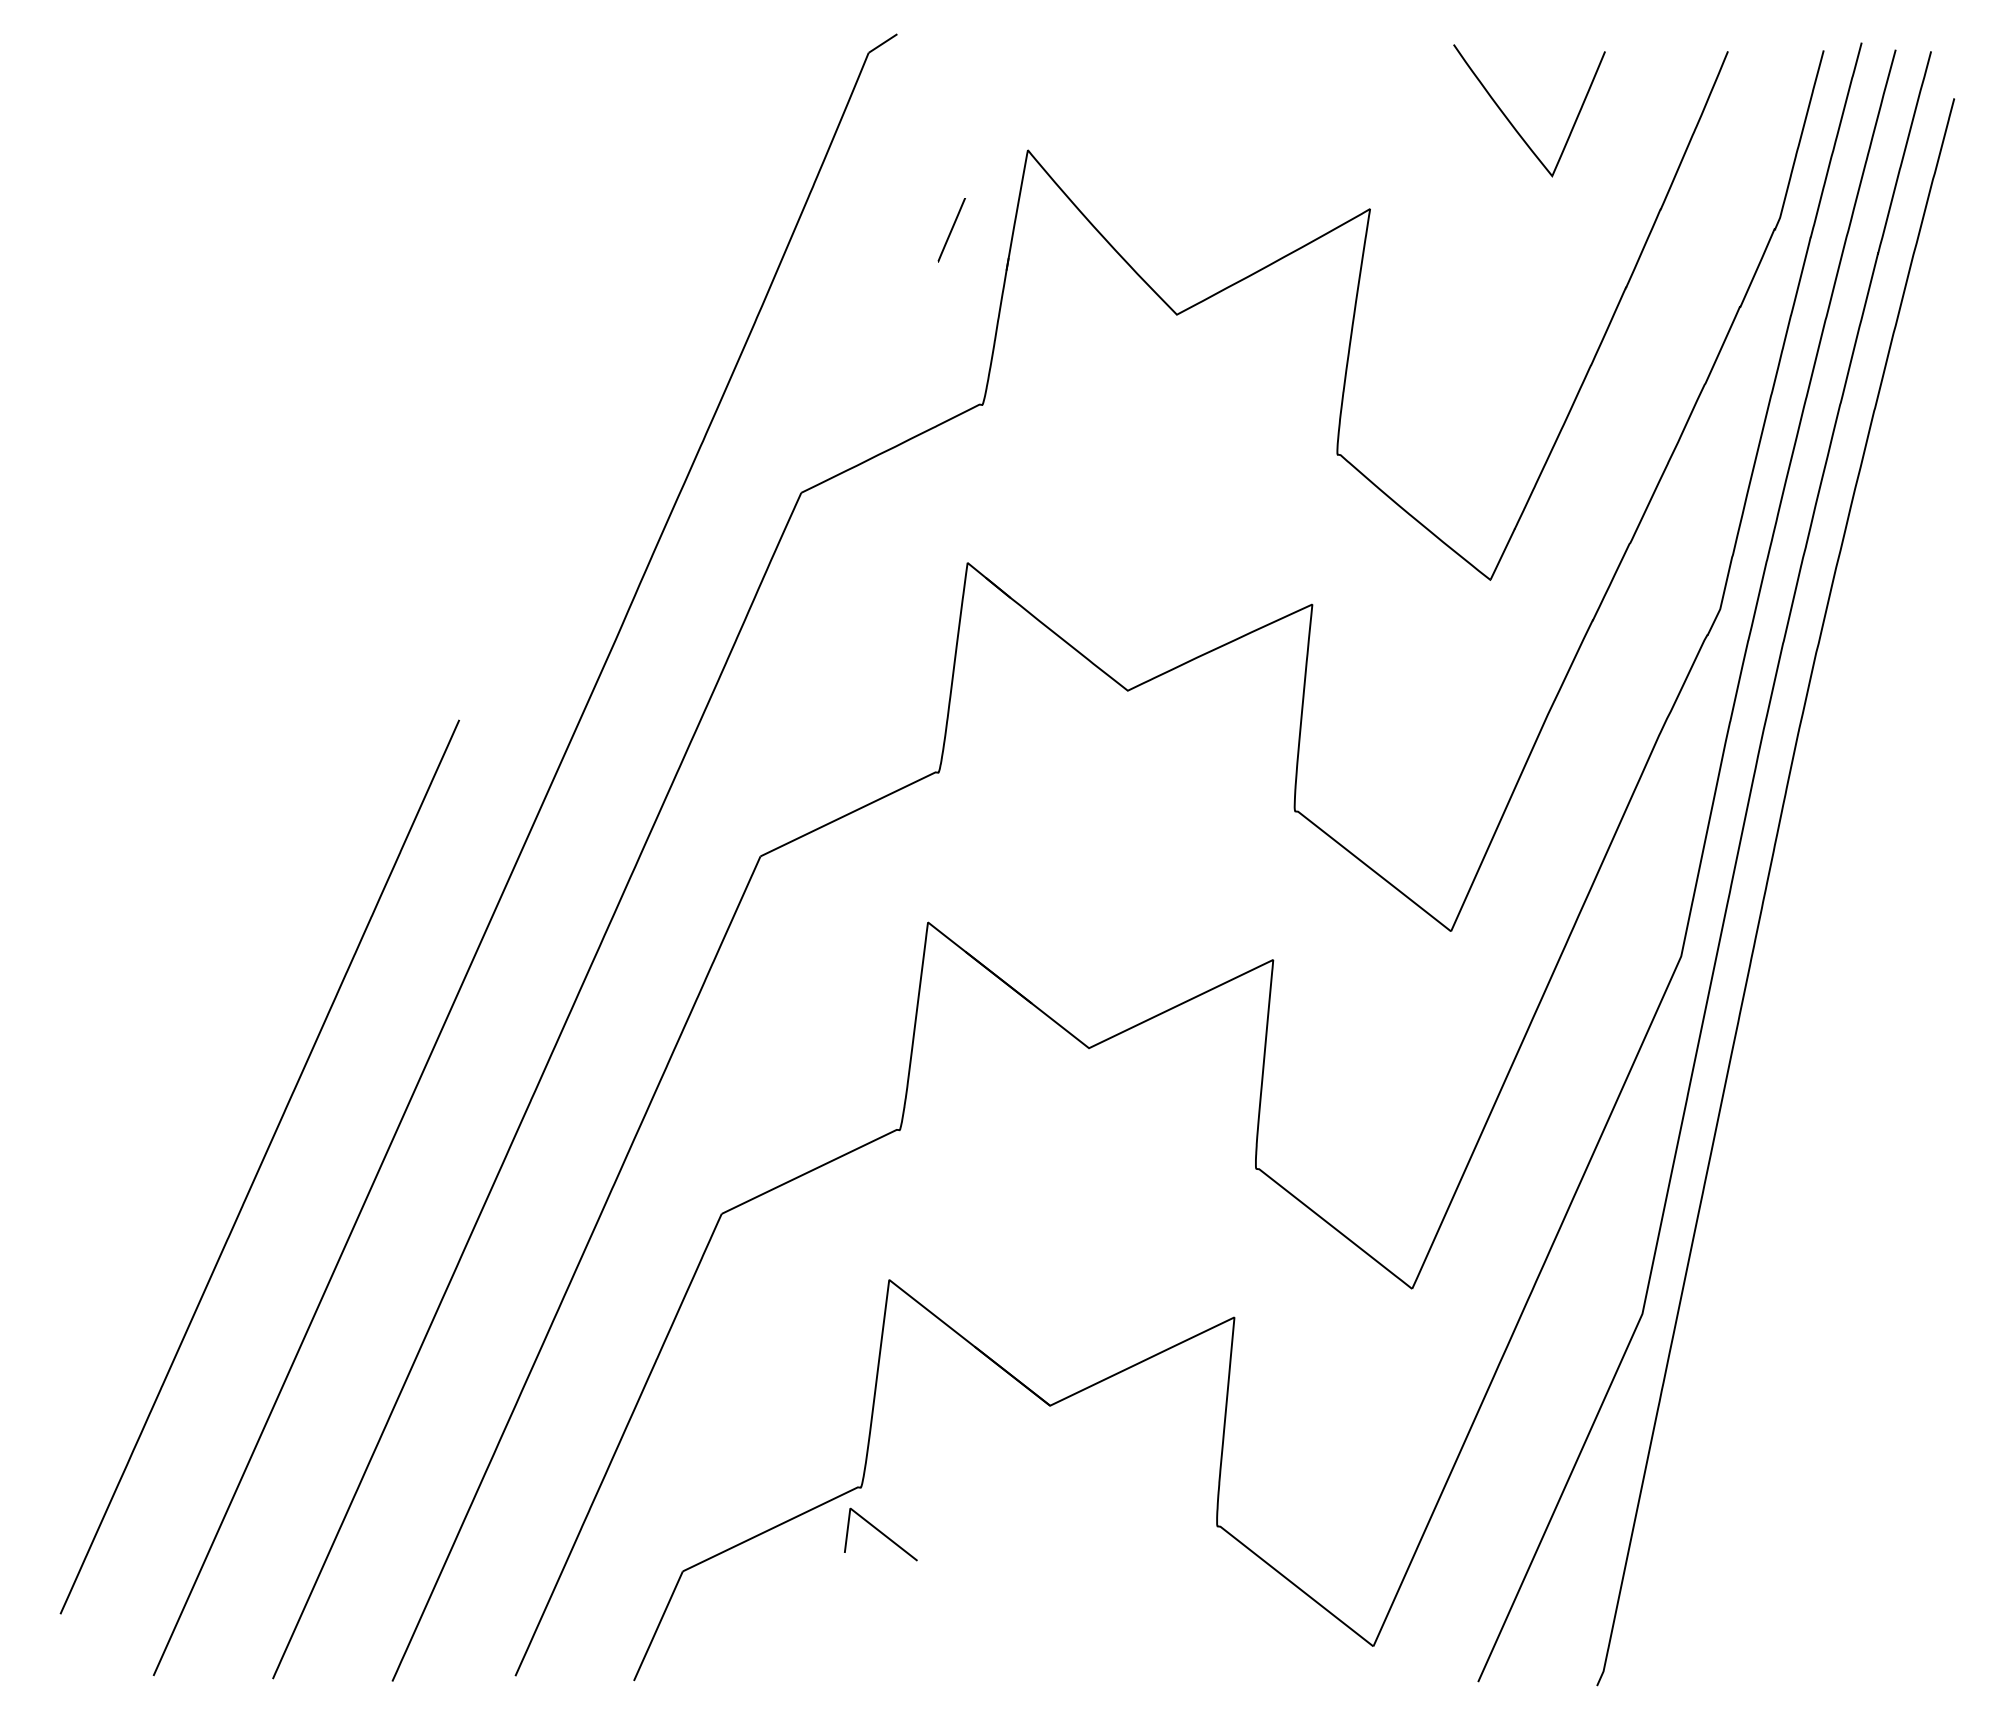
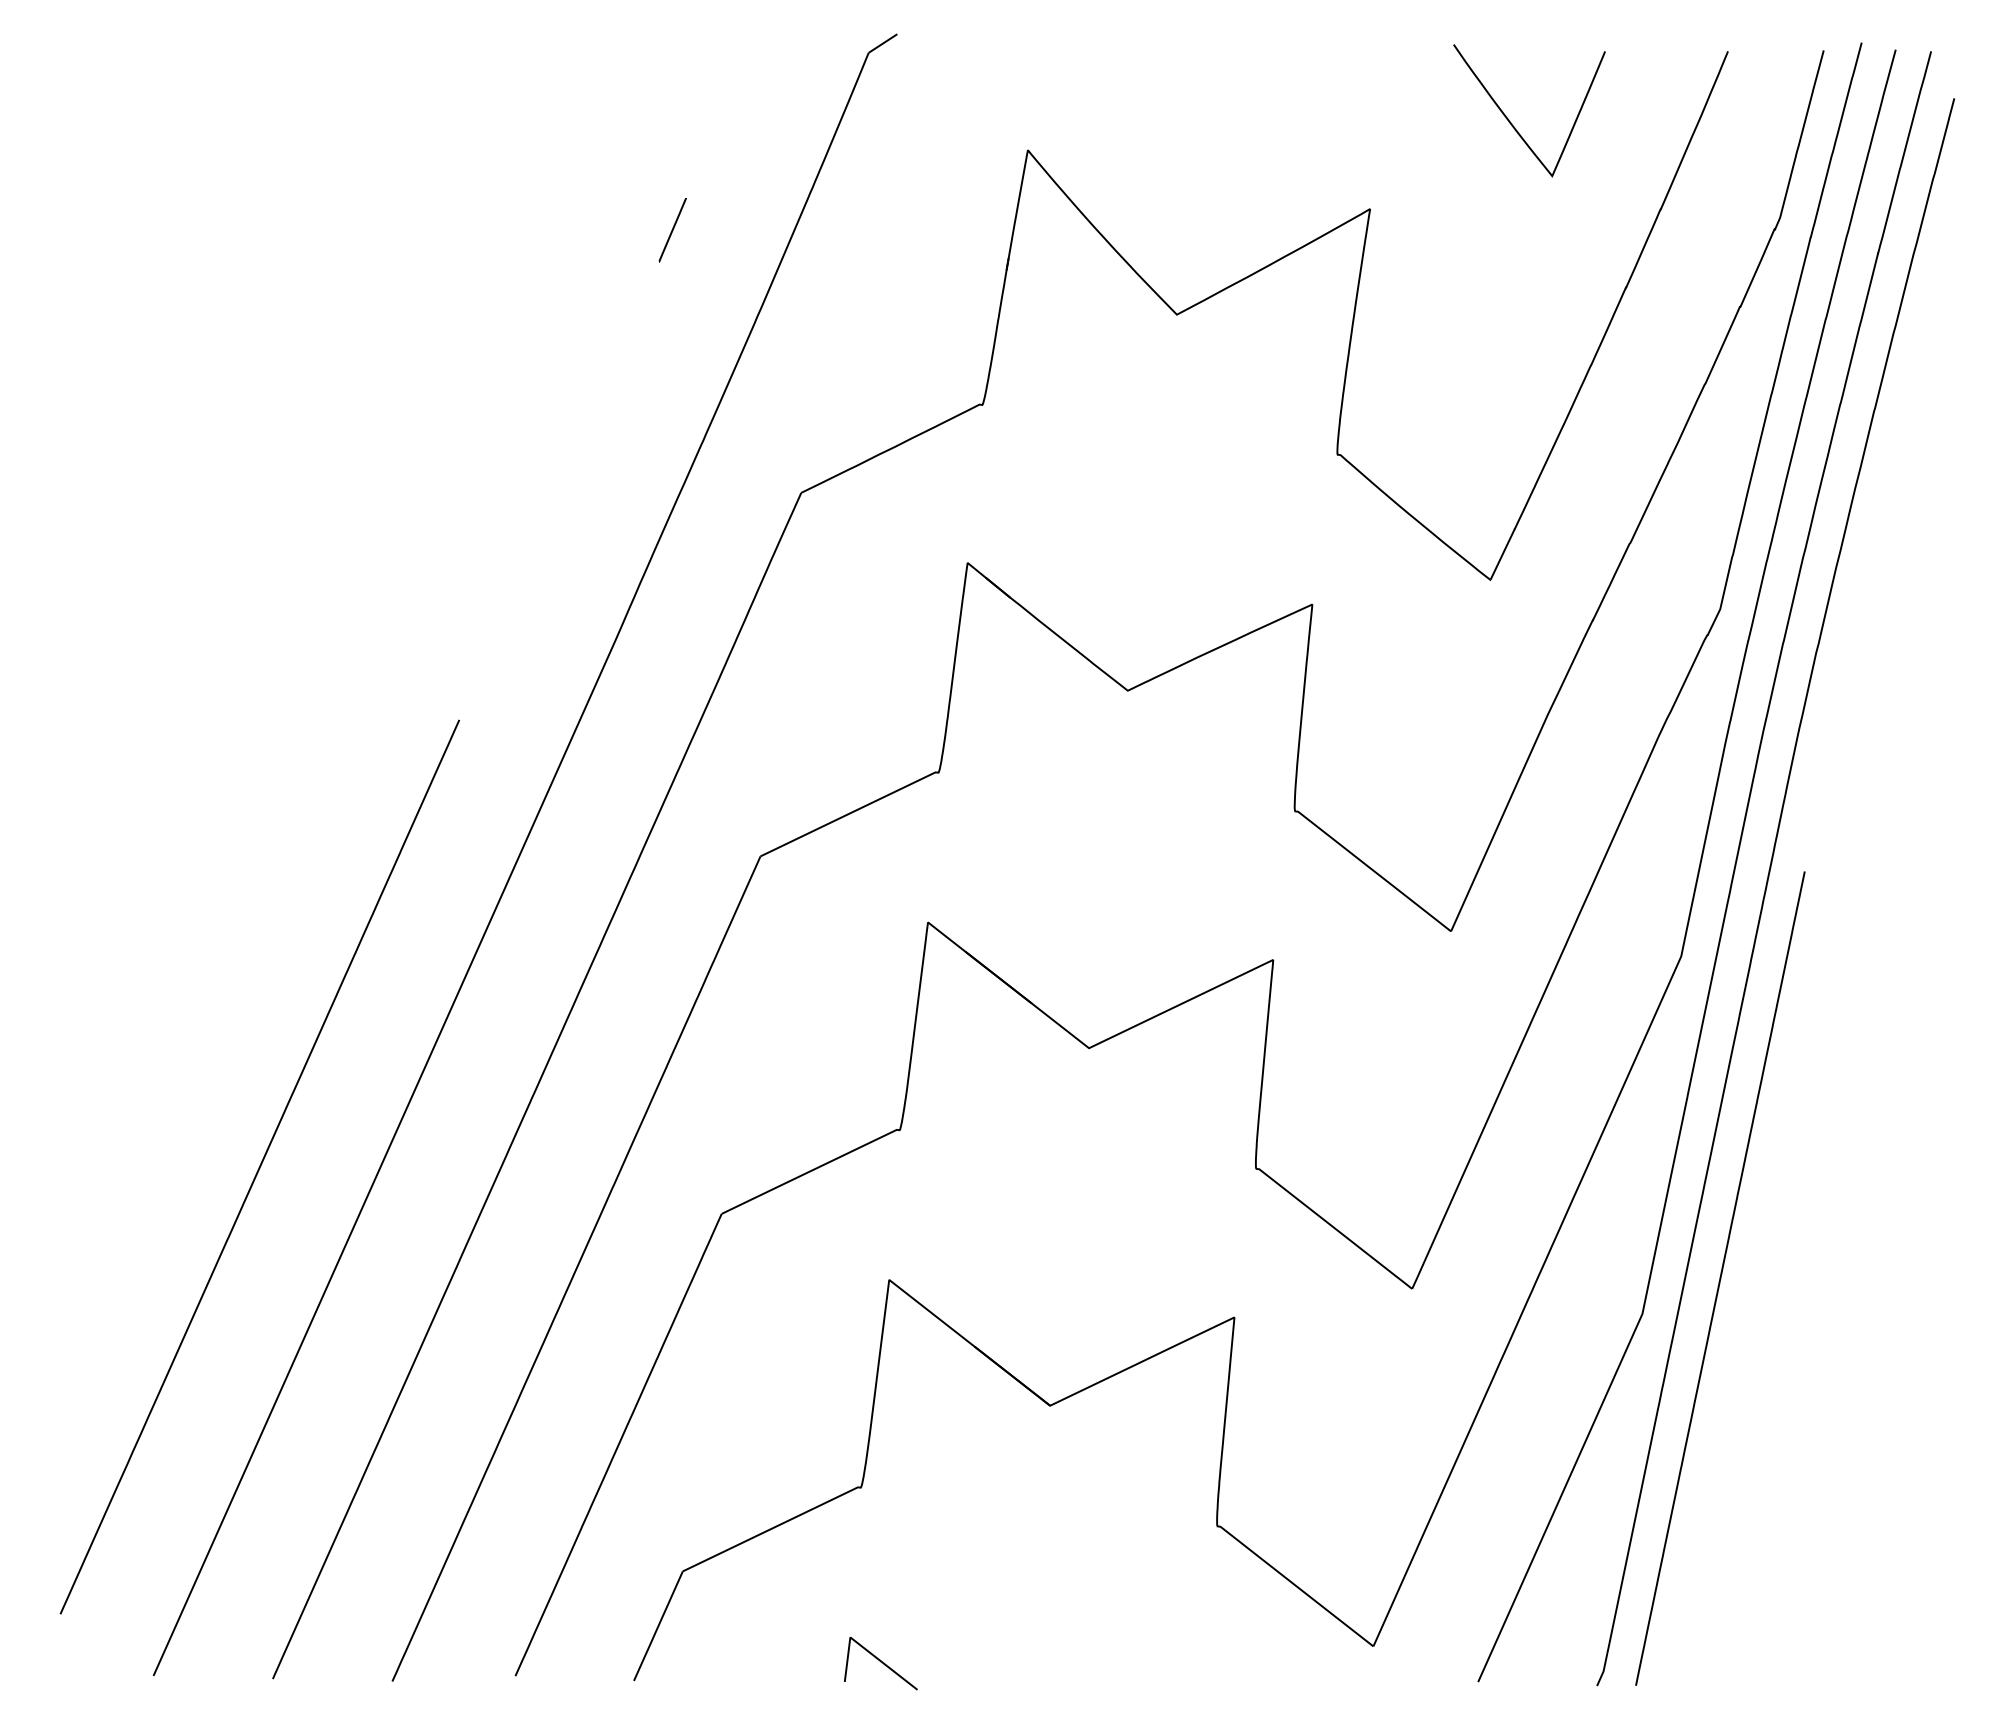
line at (951, 230) position: (951, 230) -> (672, 230)
line at (1720, 1278): none -> present
line at (880, 1533) position: (880, 1533) -> (880, 1662)
